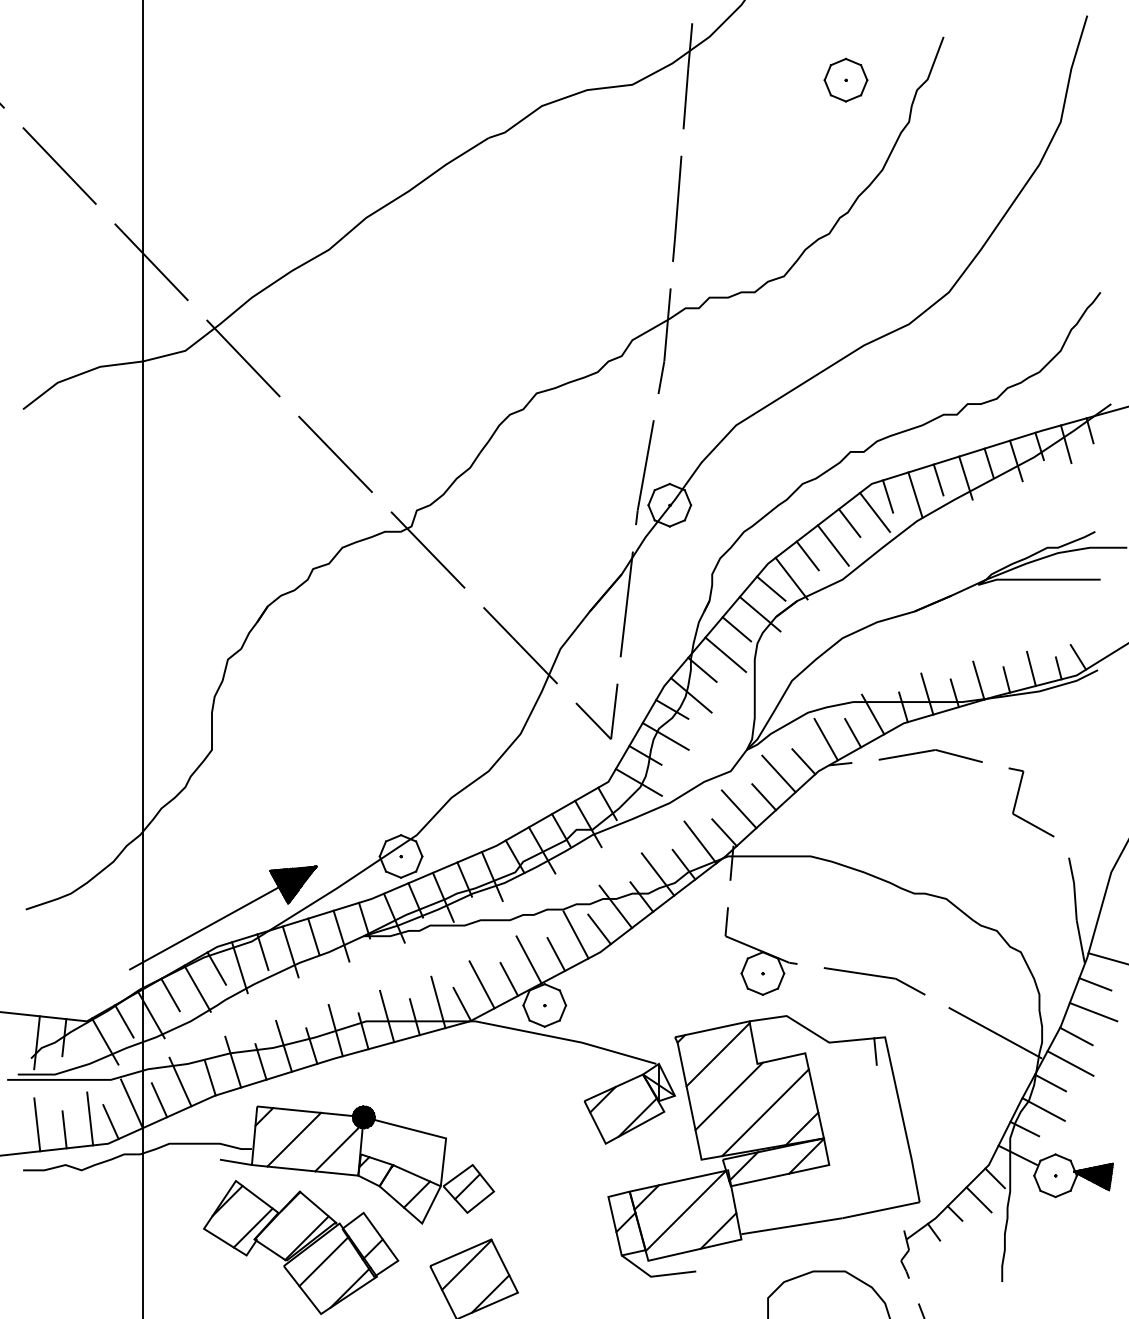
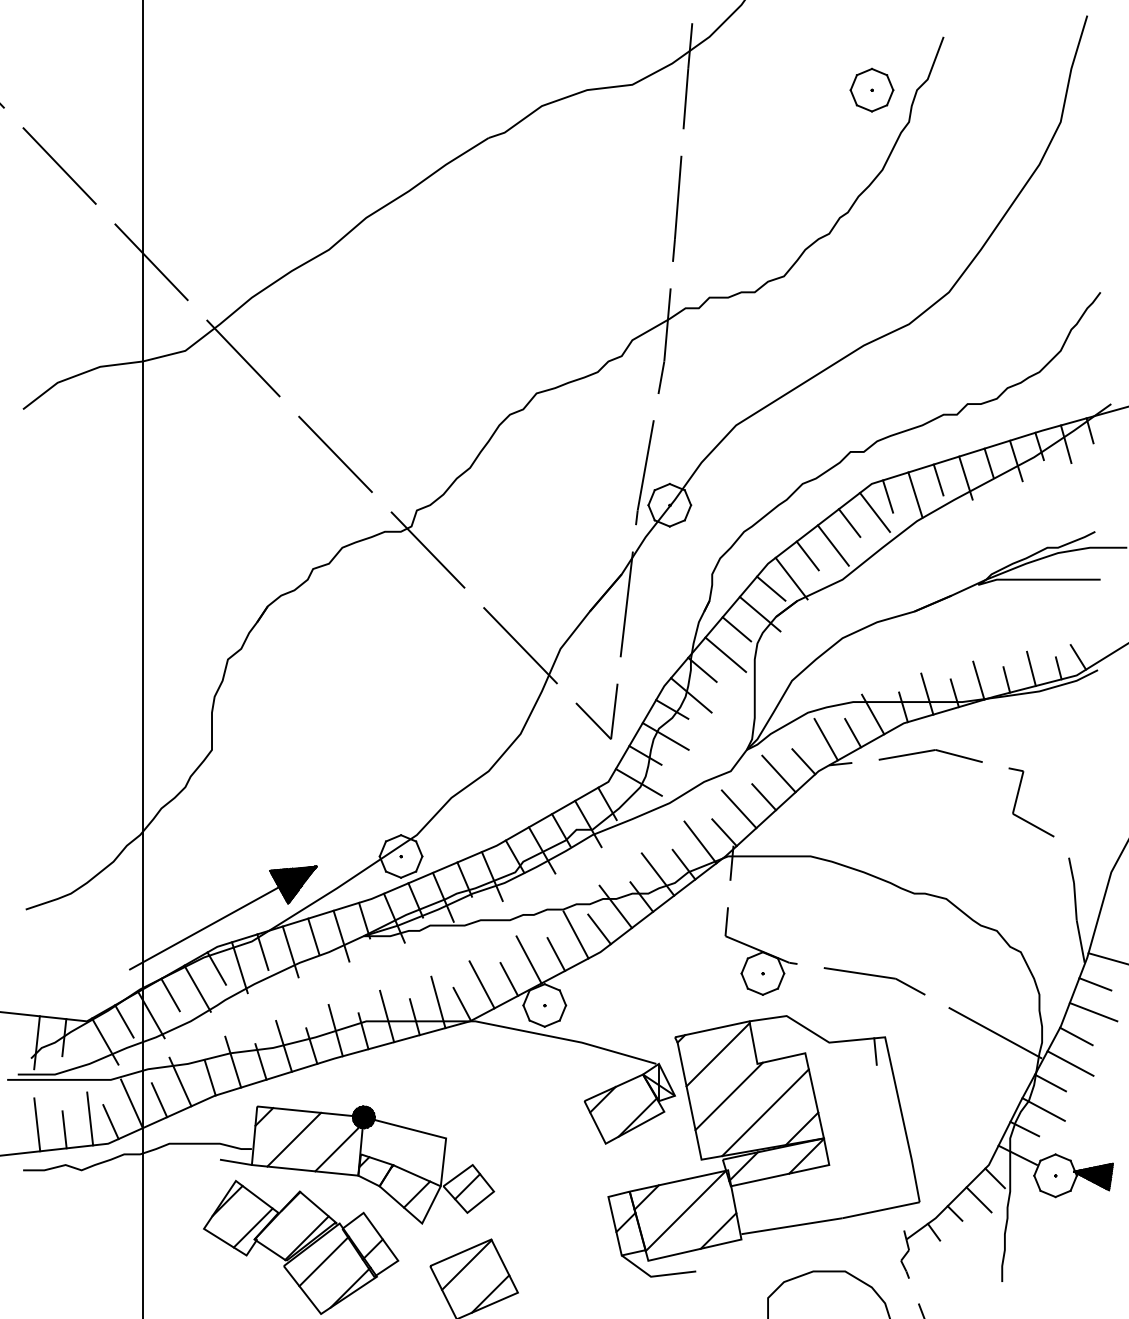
part at (845, 79) position: (845, 79) -> (871, 89)
